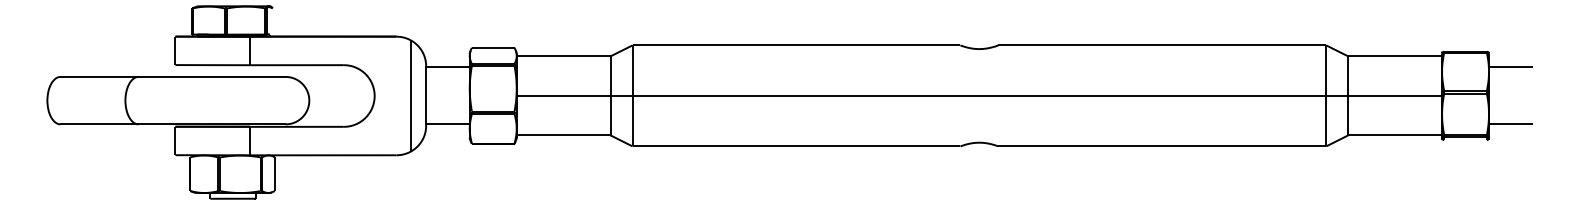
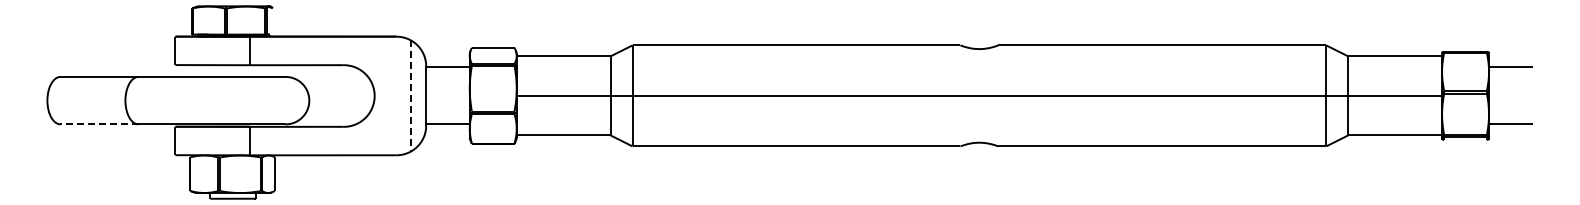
line at (410, 96): solid -> dashed
line at (98, 124): solid -> dashed
